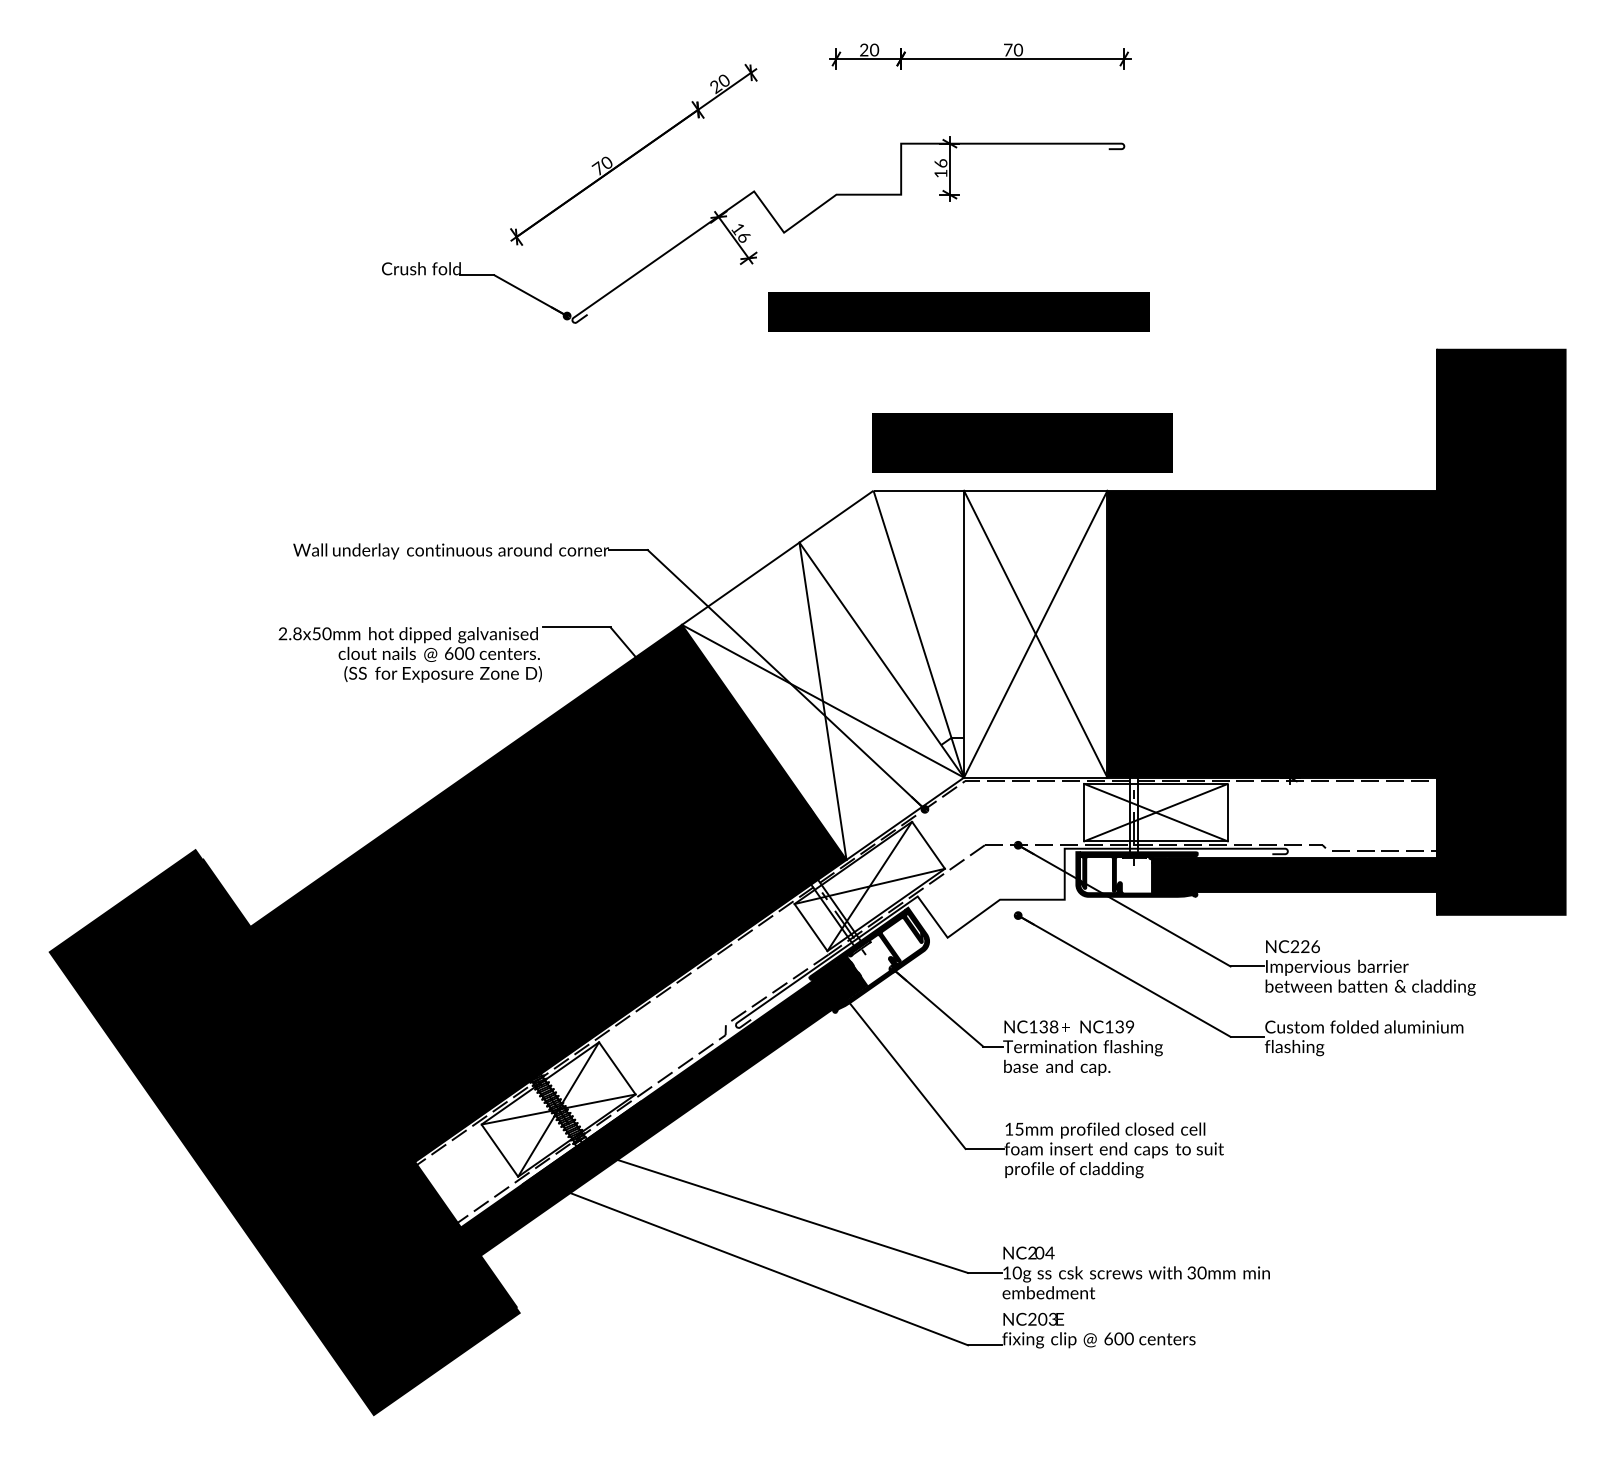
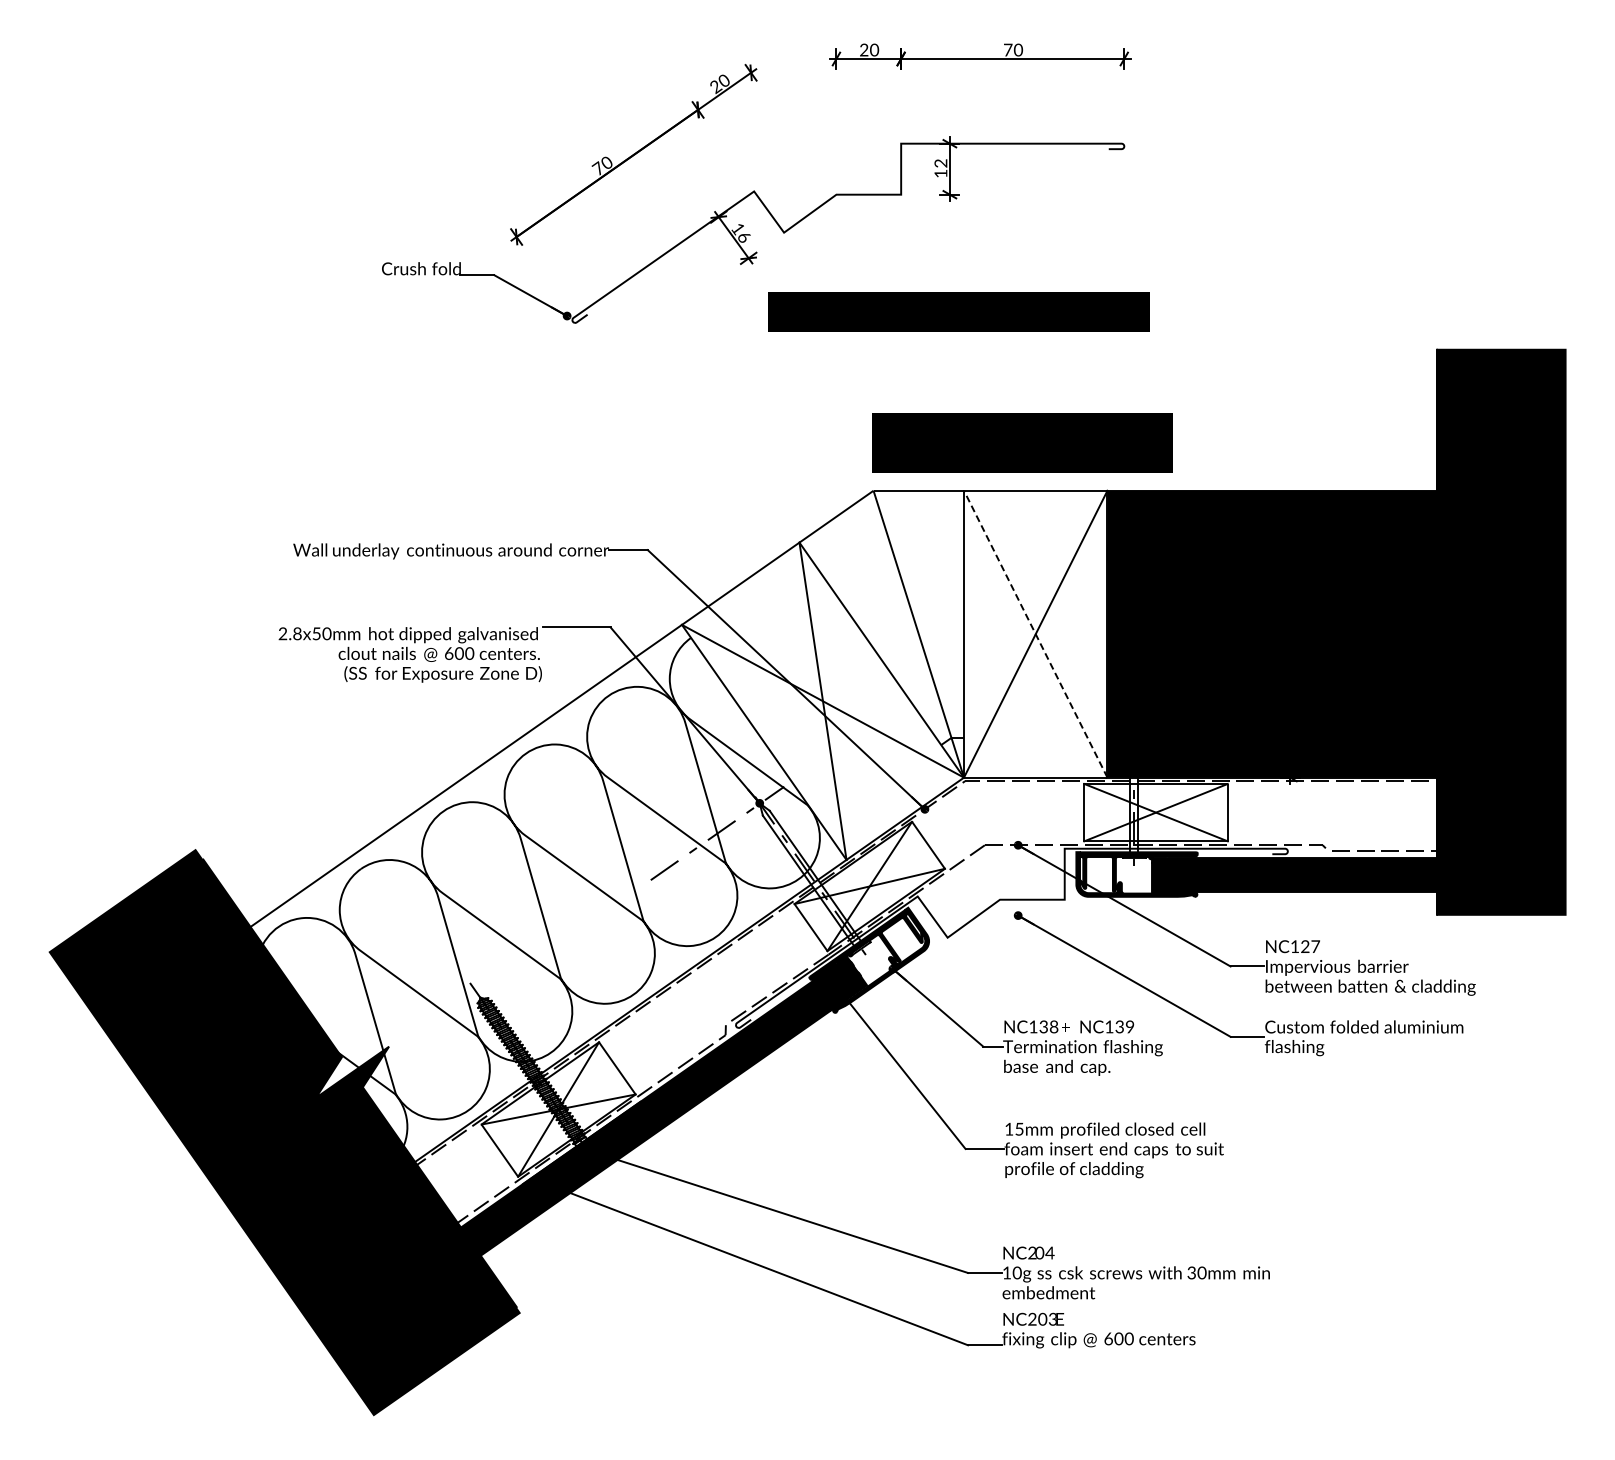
text at (940, 163): 16 -> 12
line at (1035, 633): solid -> dashed
fill at (548, 892): present -> none
text at (1305, 946): NC226 -> NC127
